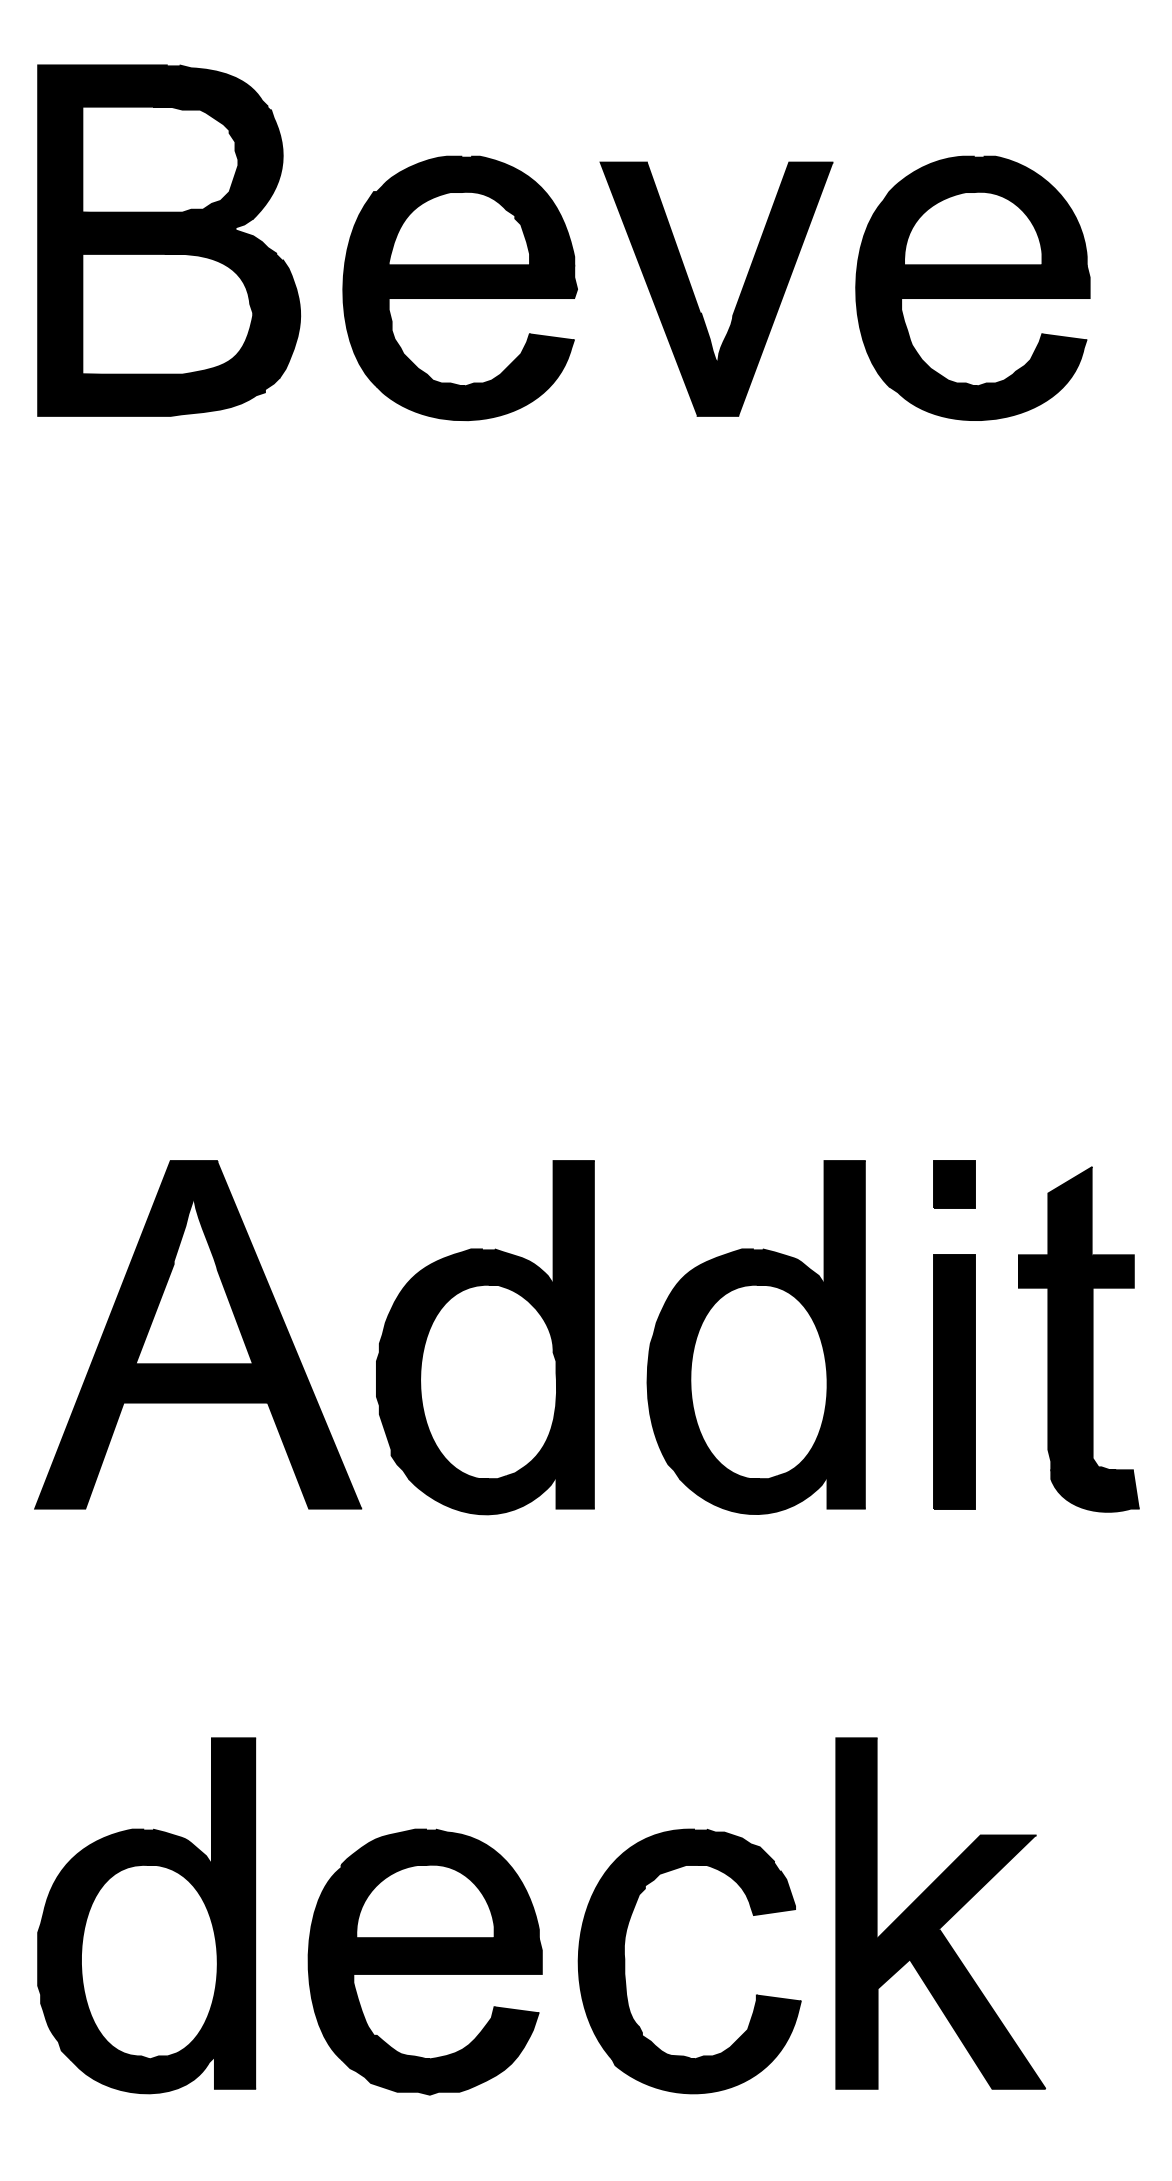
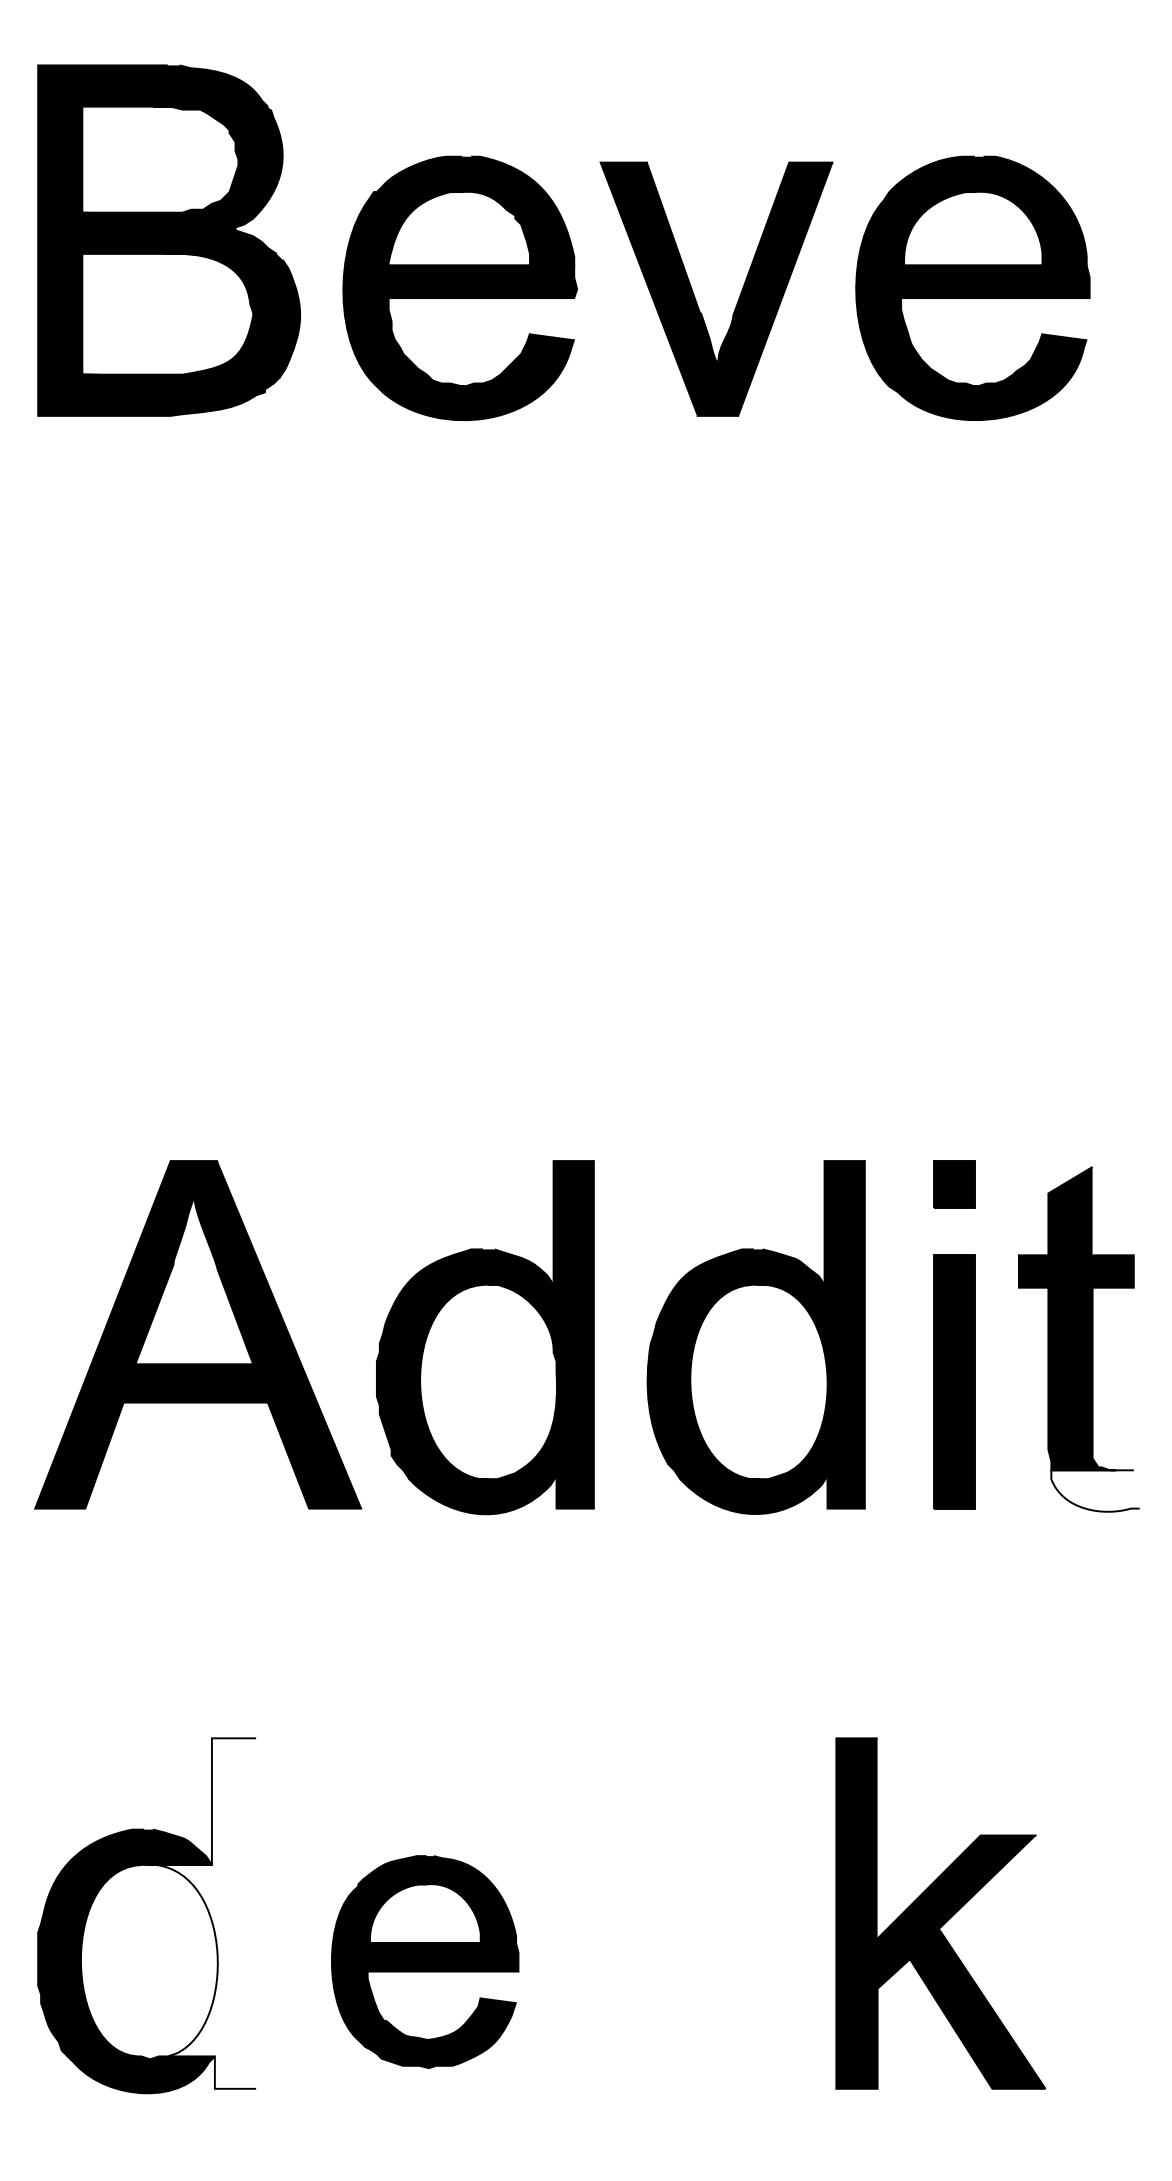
fill at (1095, 1490): present -> none
fill at (201, 1913): present -> none
part at (424, 1961) size: 236x268 px -> 189x214 px
part at (625, 1961): present -> none
